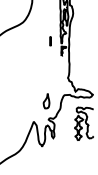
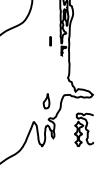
part at (83, 123) position: (83, 123) -> (83, 129)
